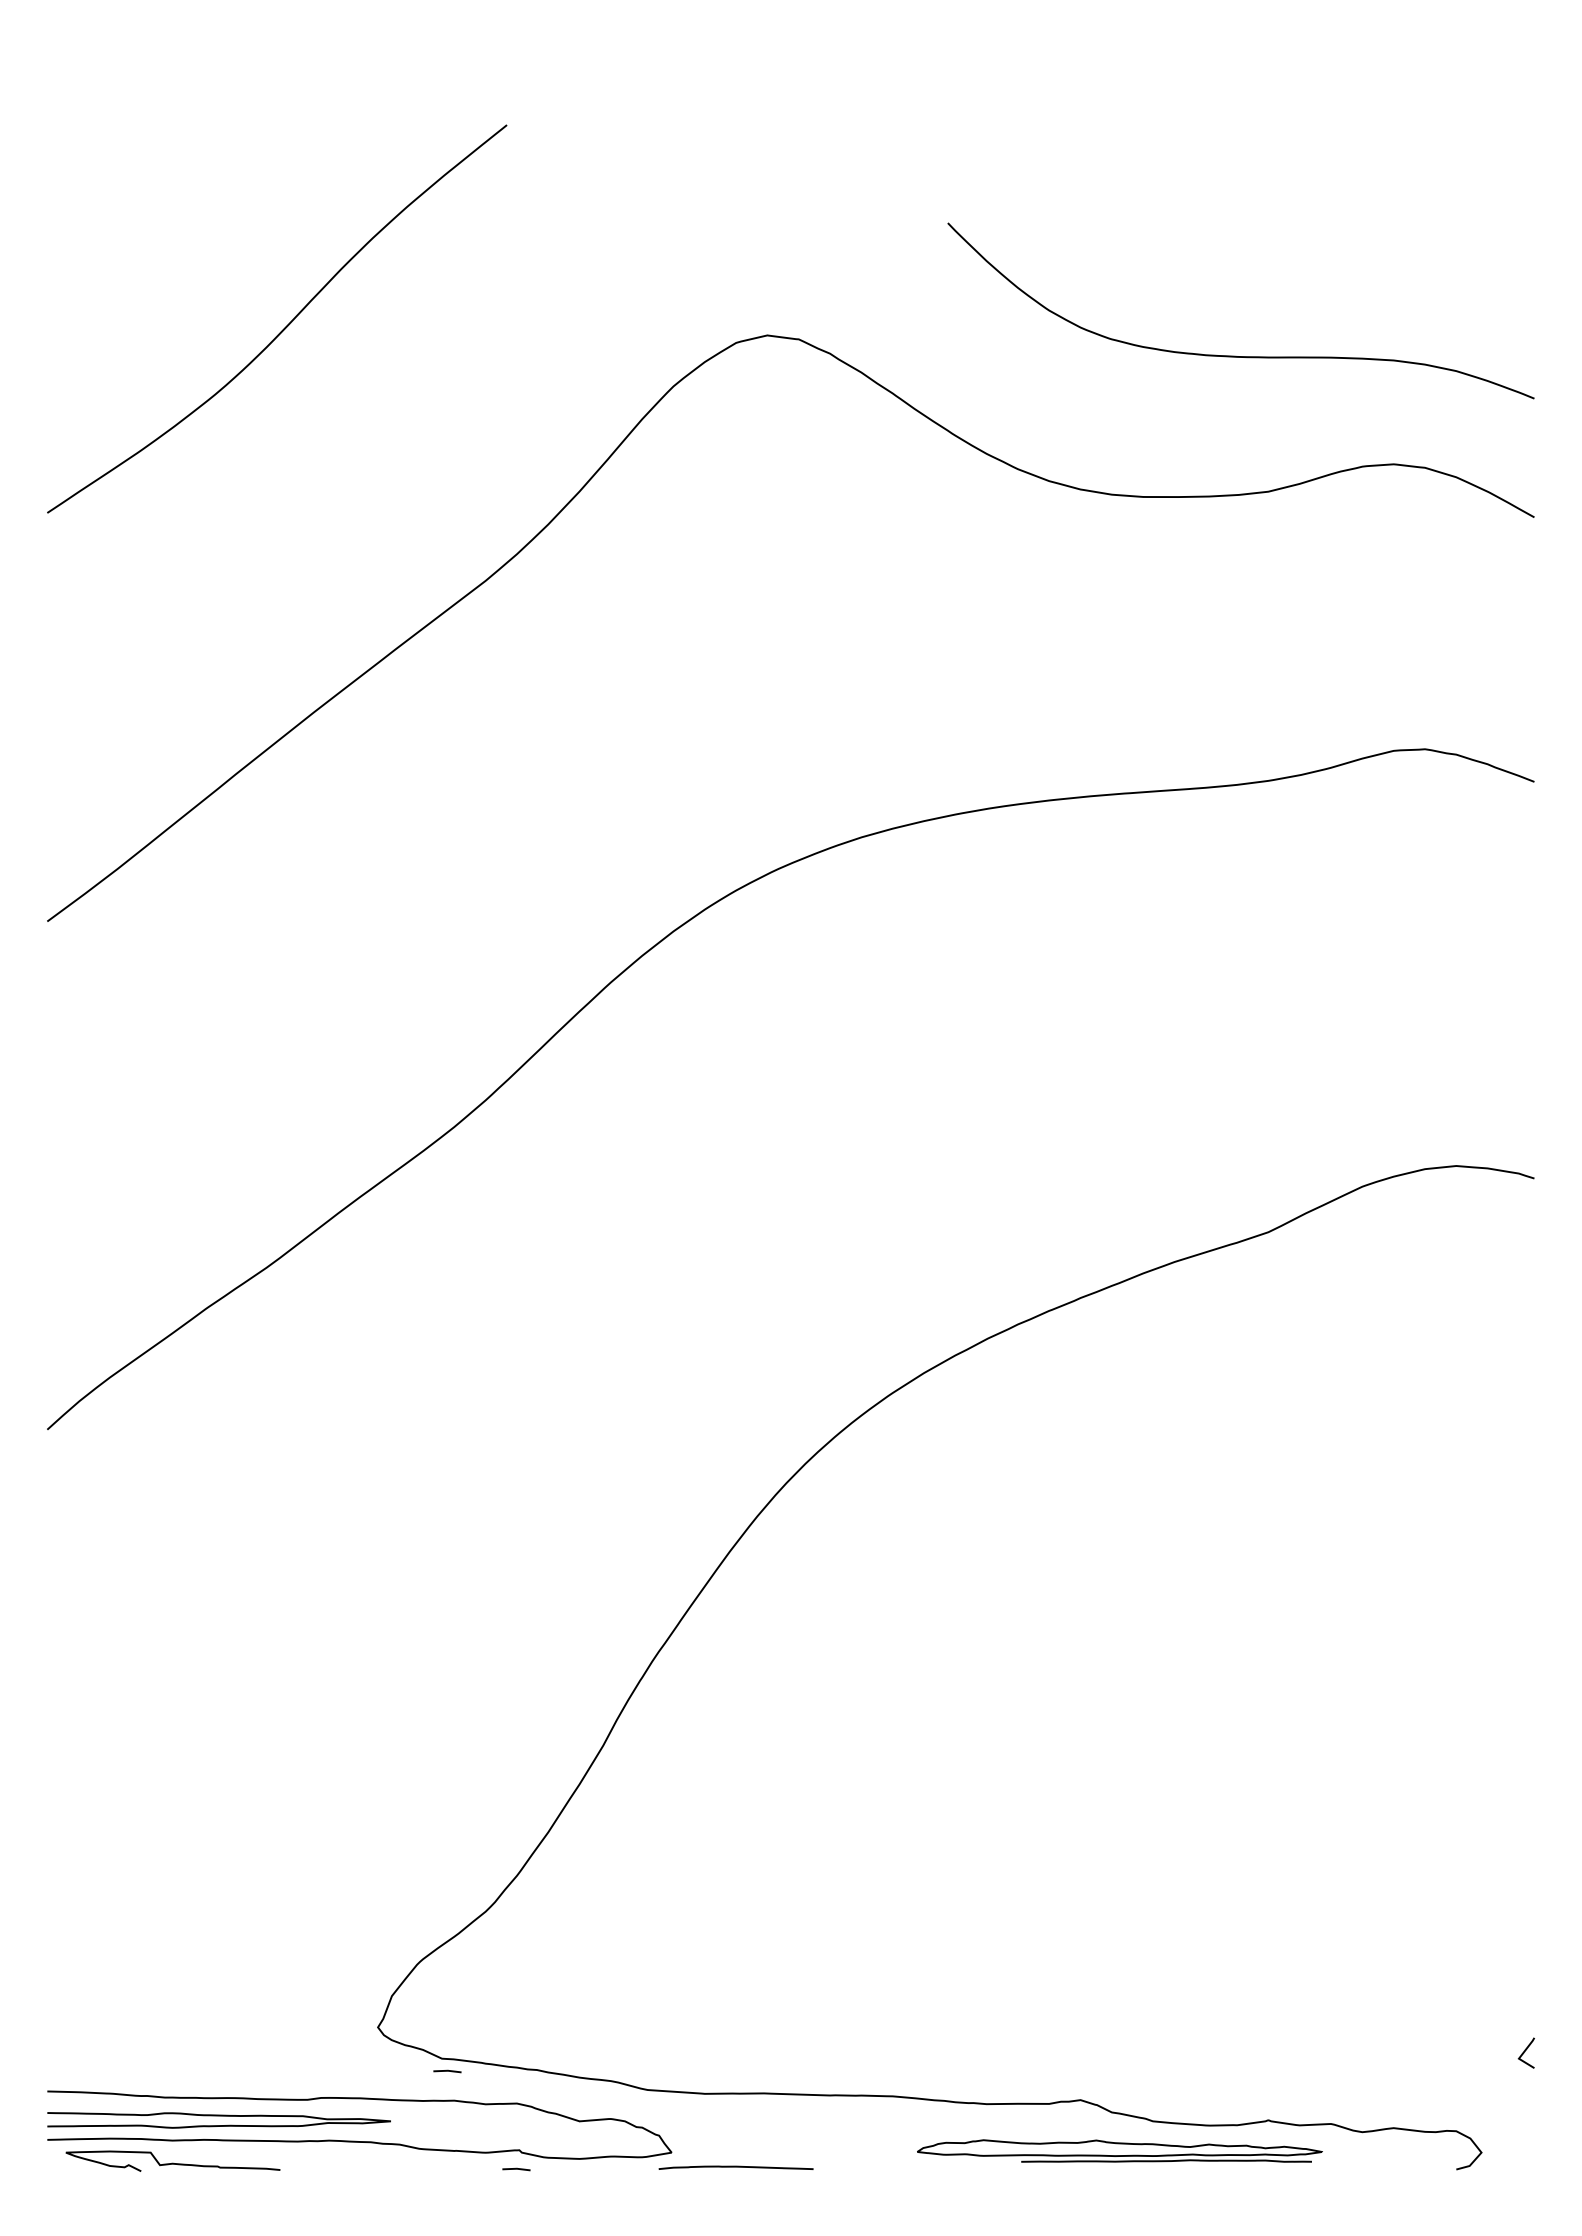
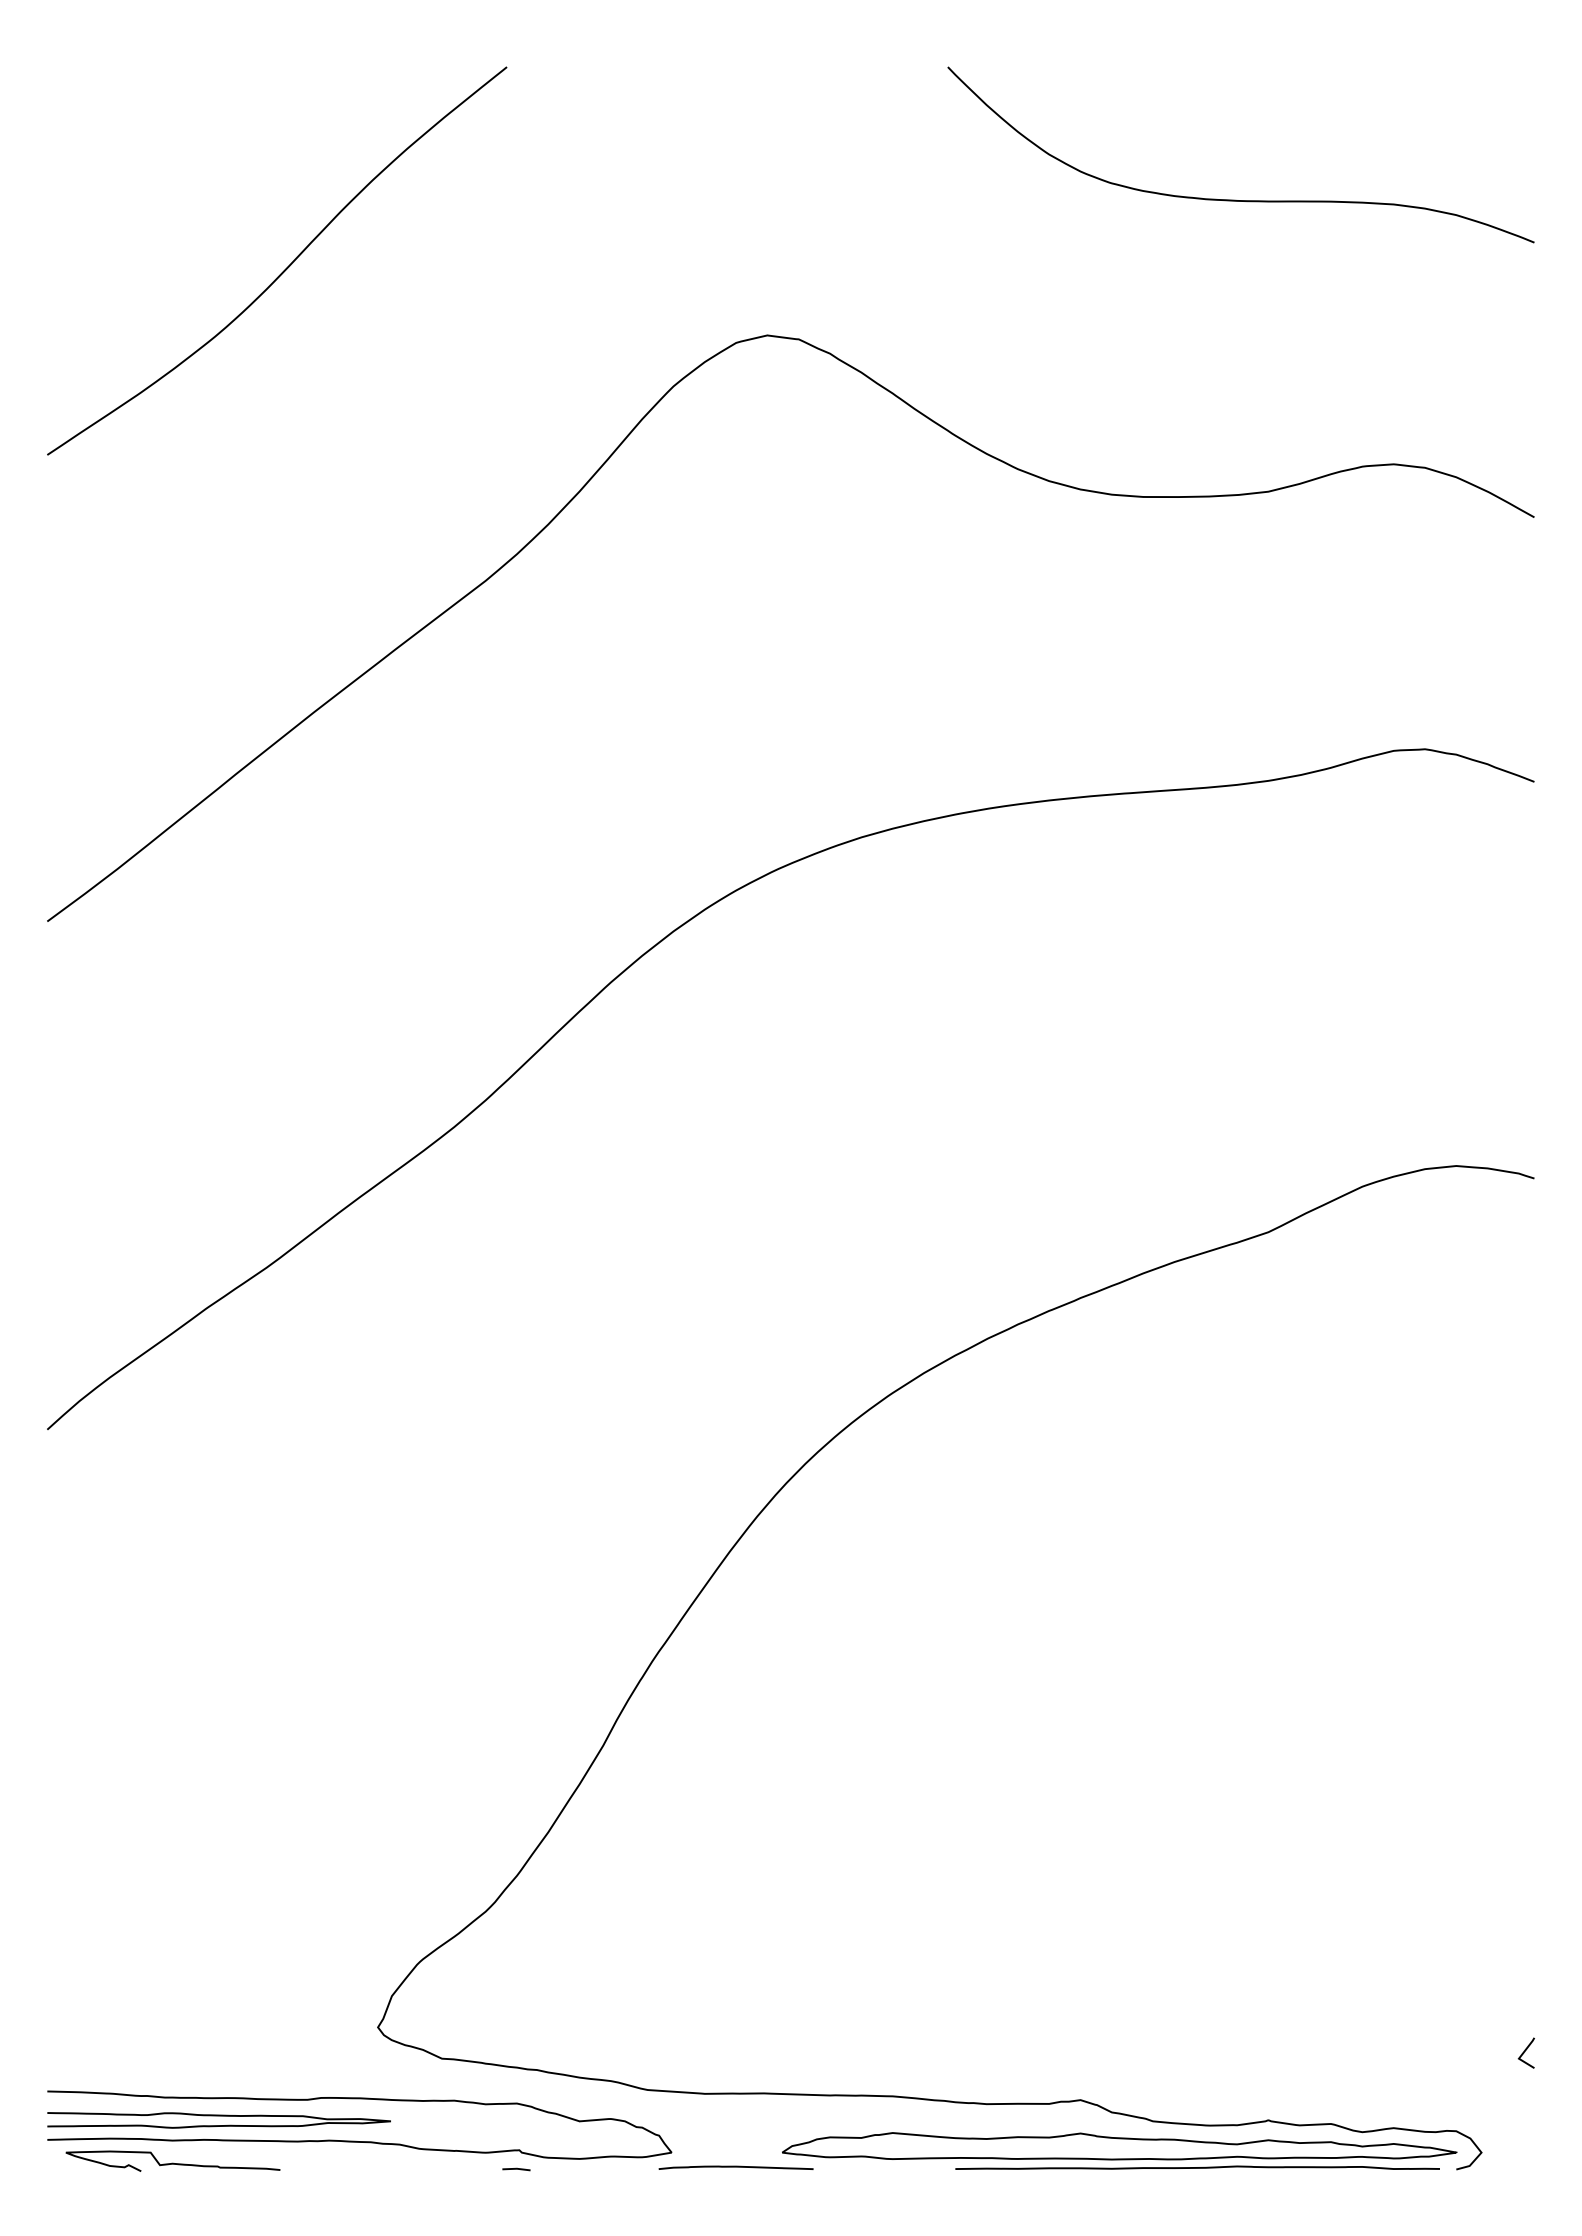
curve at (285, 326) position: (285, 326) -> (285, 268)
curve at (1235, 355) position: (1235, 355) -> (1235, 199)
line at (447, 2071): present -> none
part at (1119, 2150) size: 406x24 px -> 676x38 px
